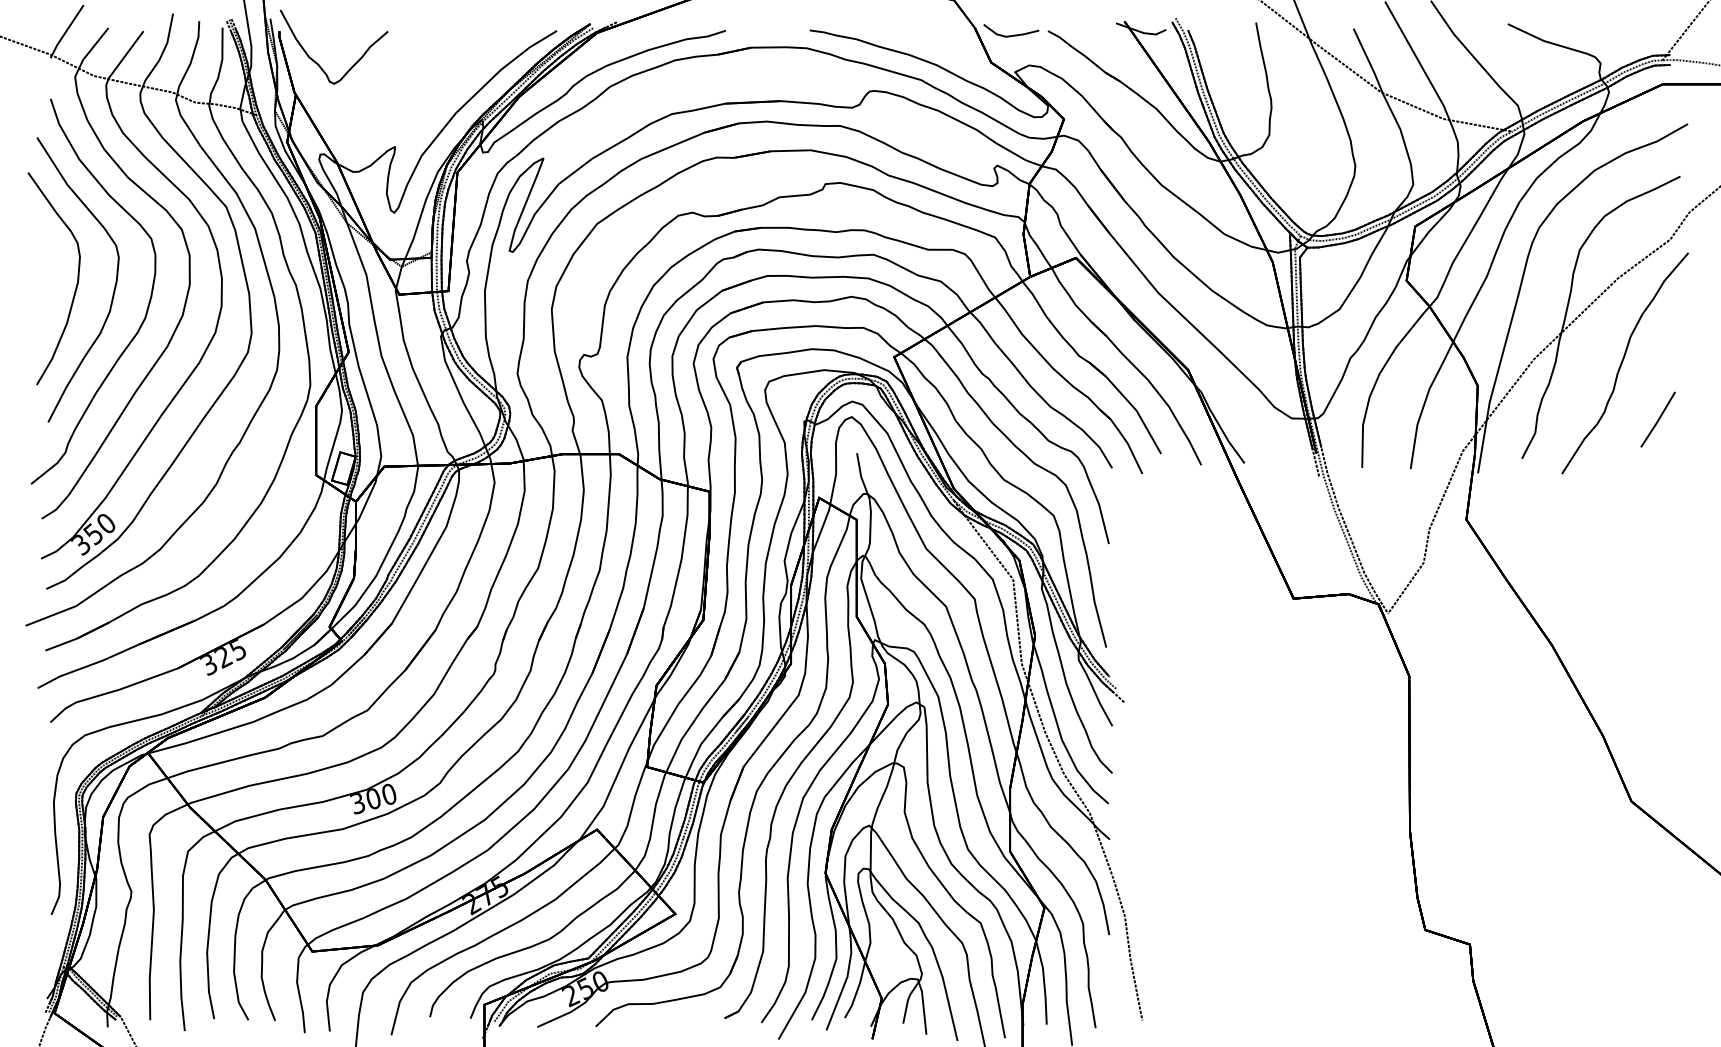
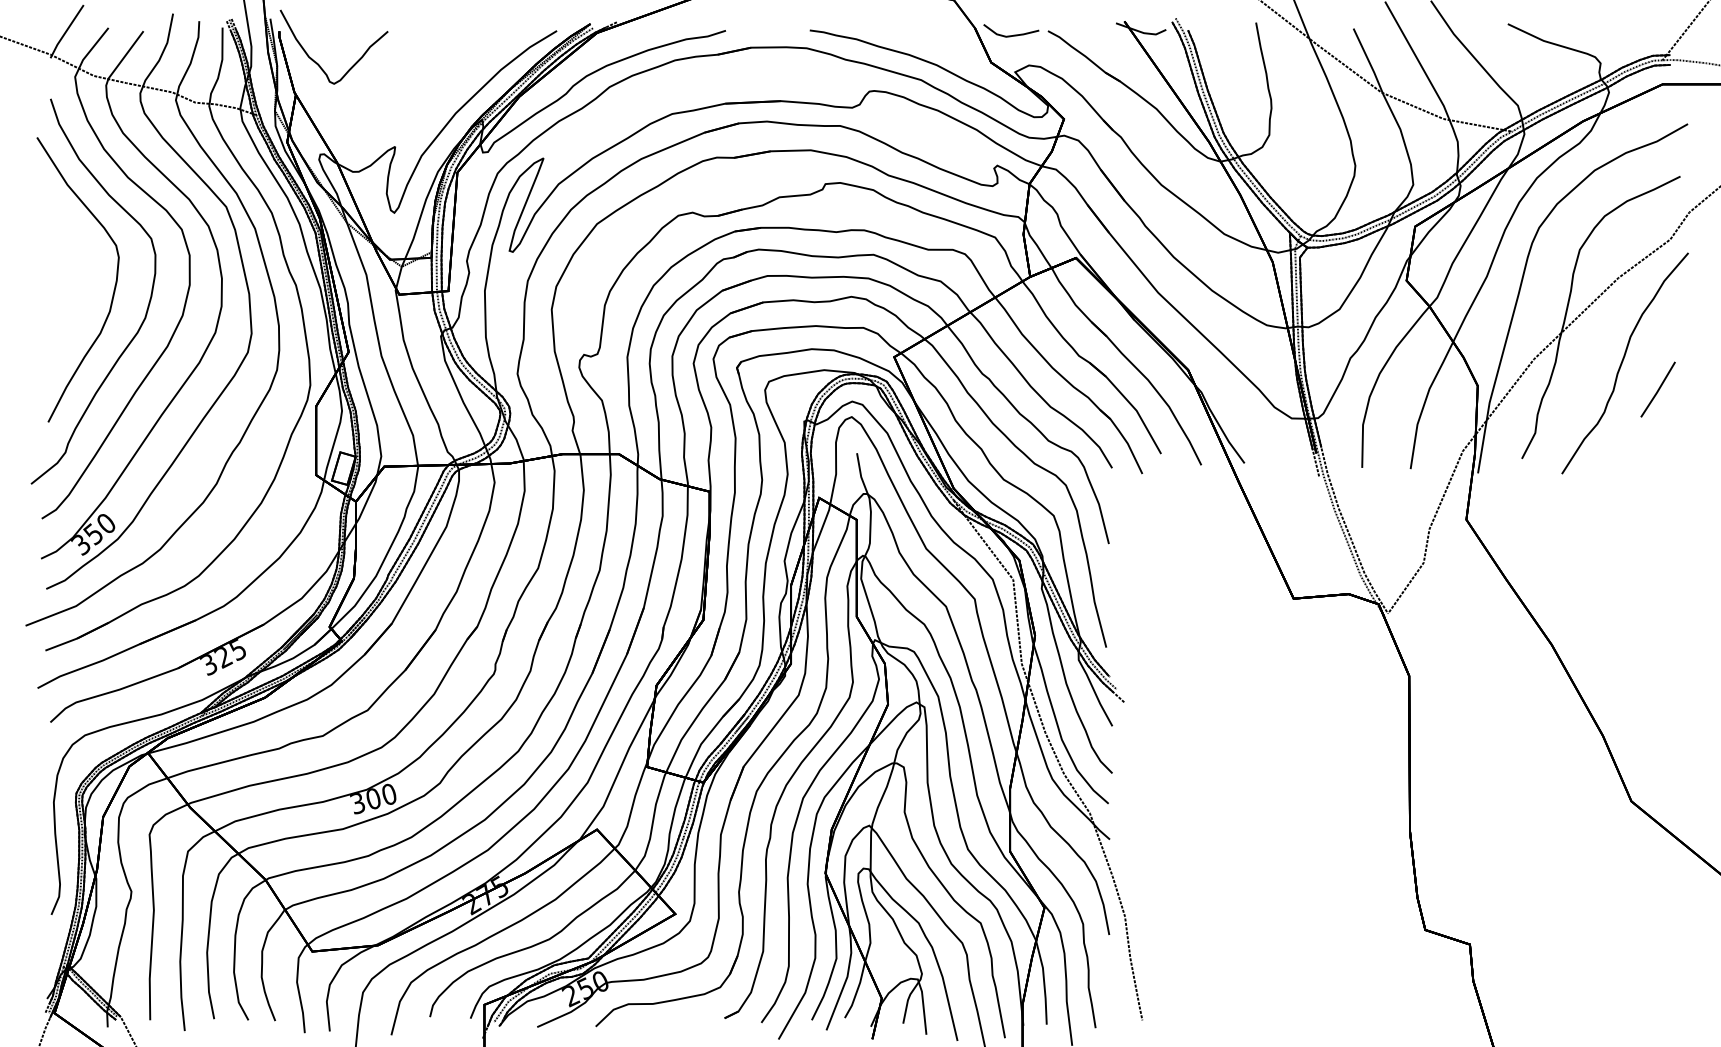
curve at (76, 283): present -> none
line at (1657, 419) position: (1657, 419) -> (1657, 389)
